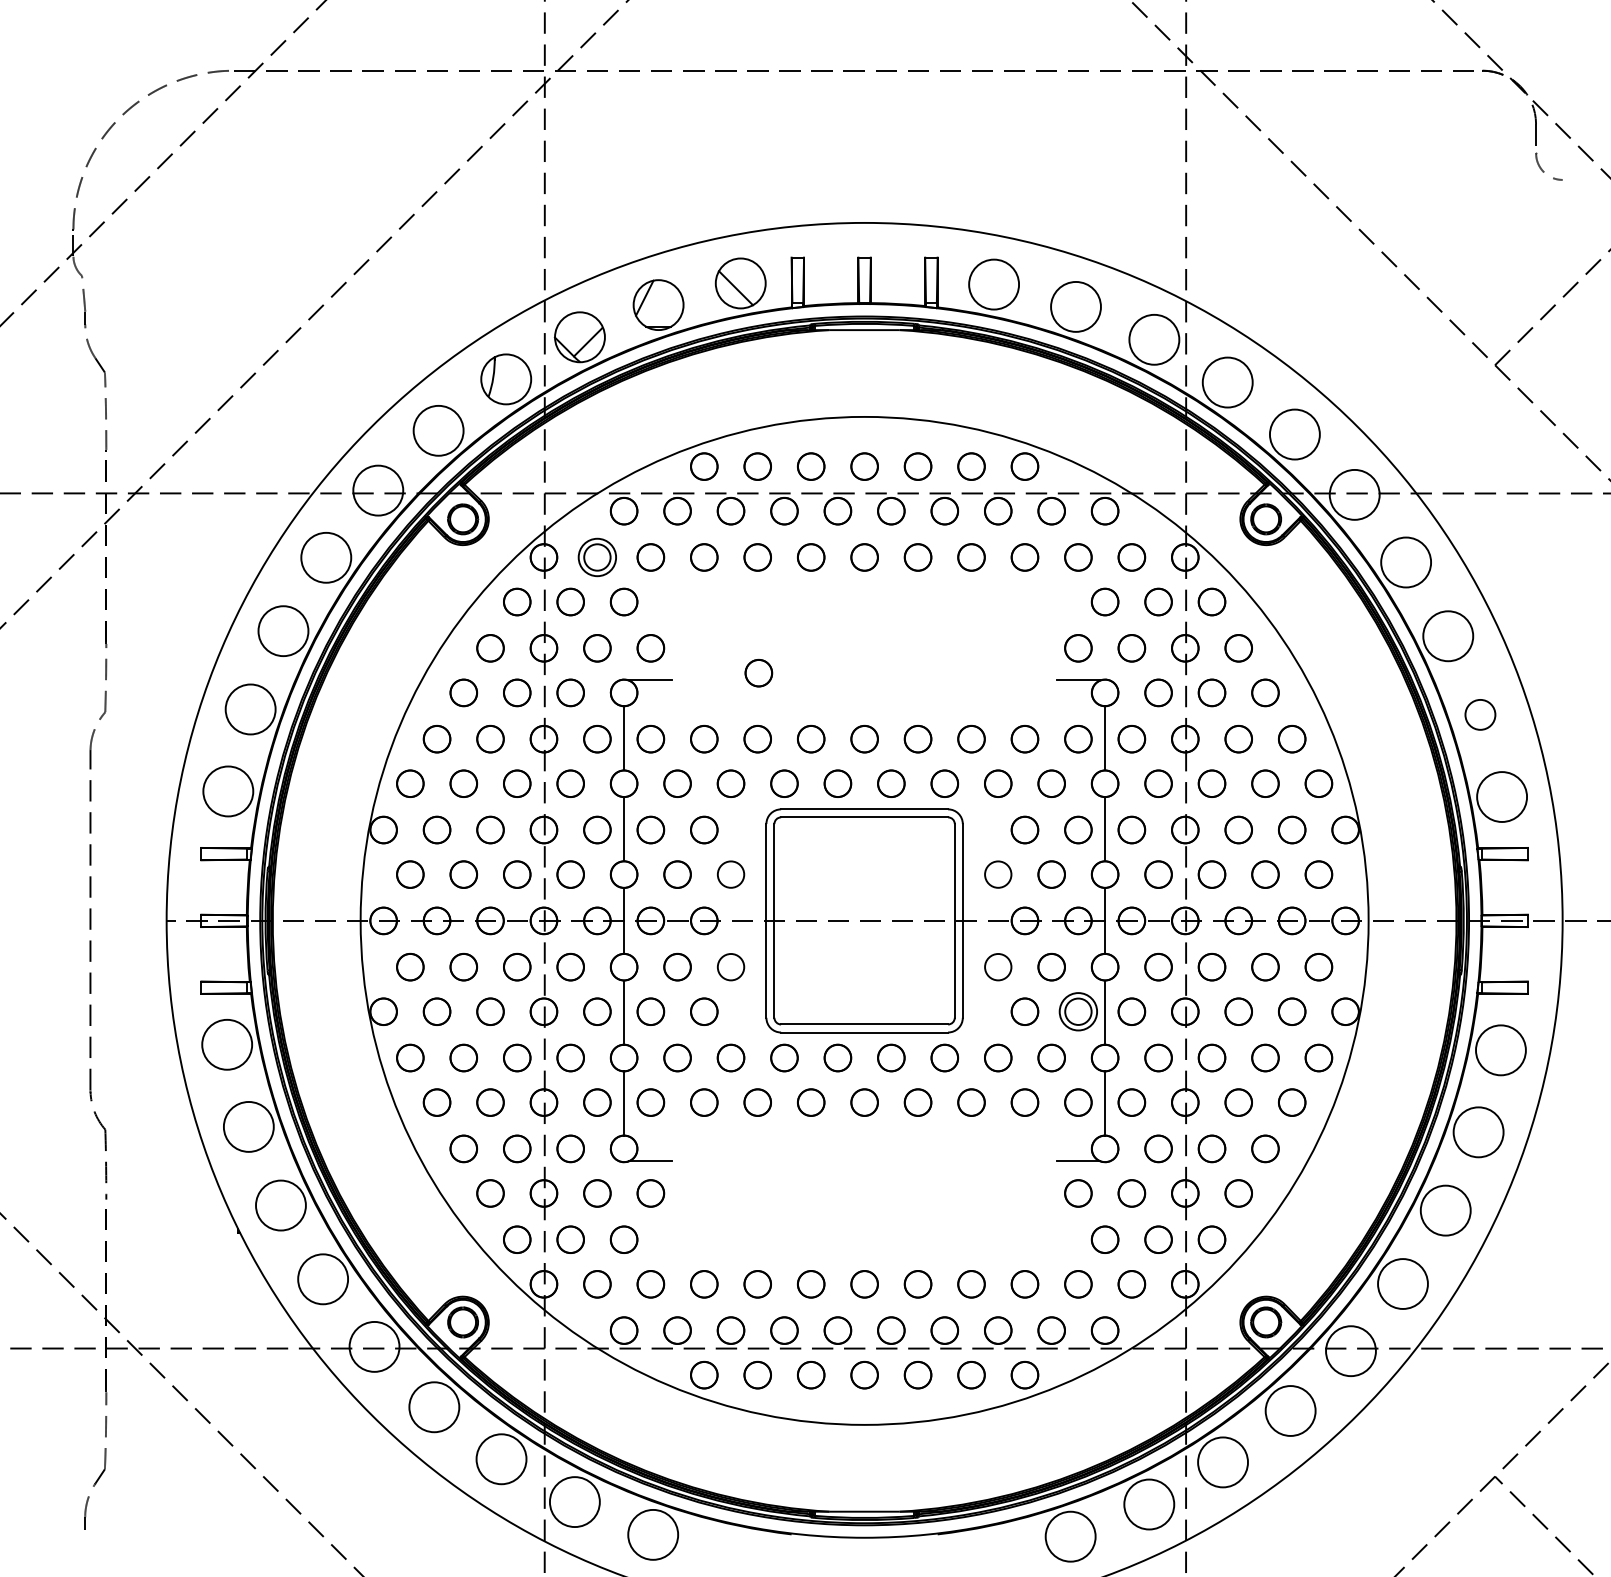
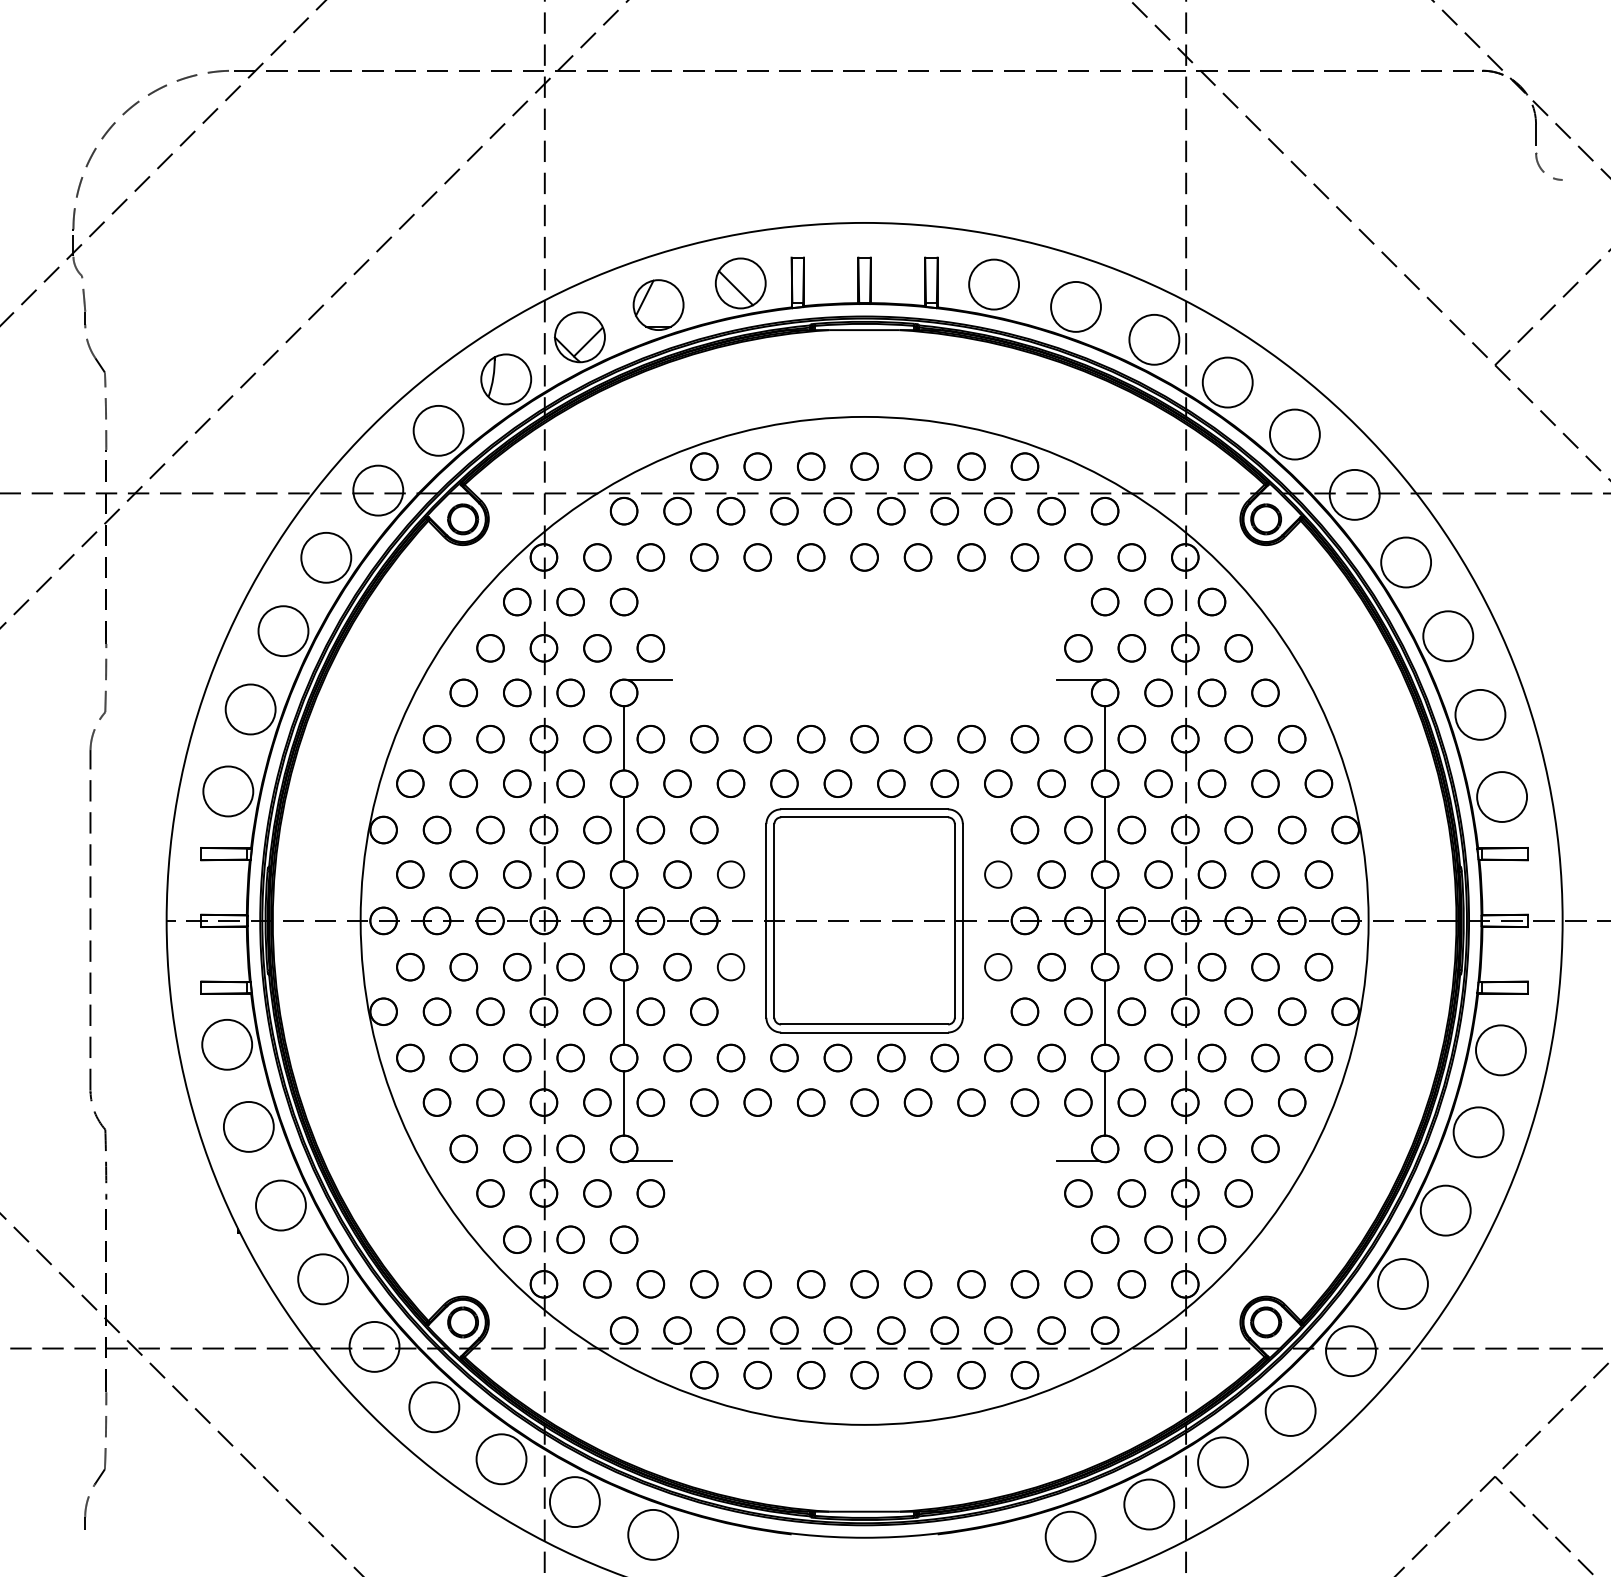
circle at (597, 557) diameter: 37 px -> 27 px
part at (758, 673): present -> none
circle at (1480, 714) diameter: 30 px -> 50 px
circle at (1078, 1011) diameter: 37 px -> 27 px
